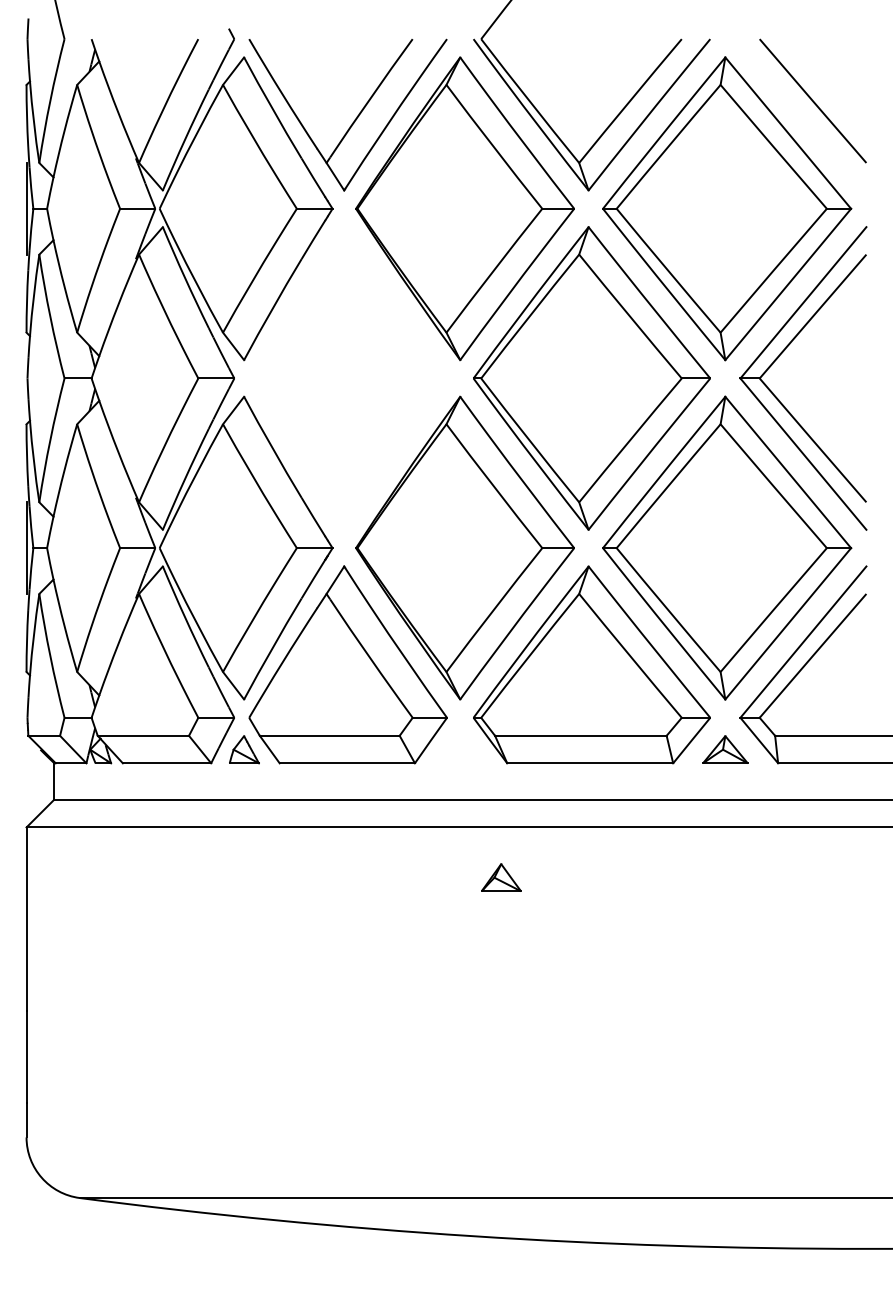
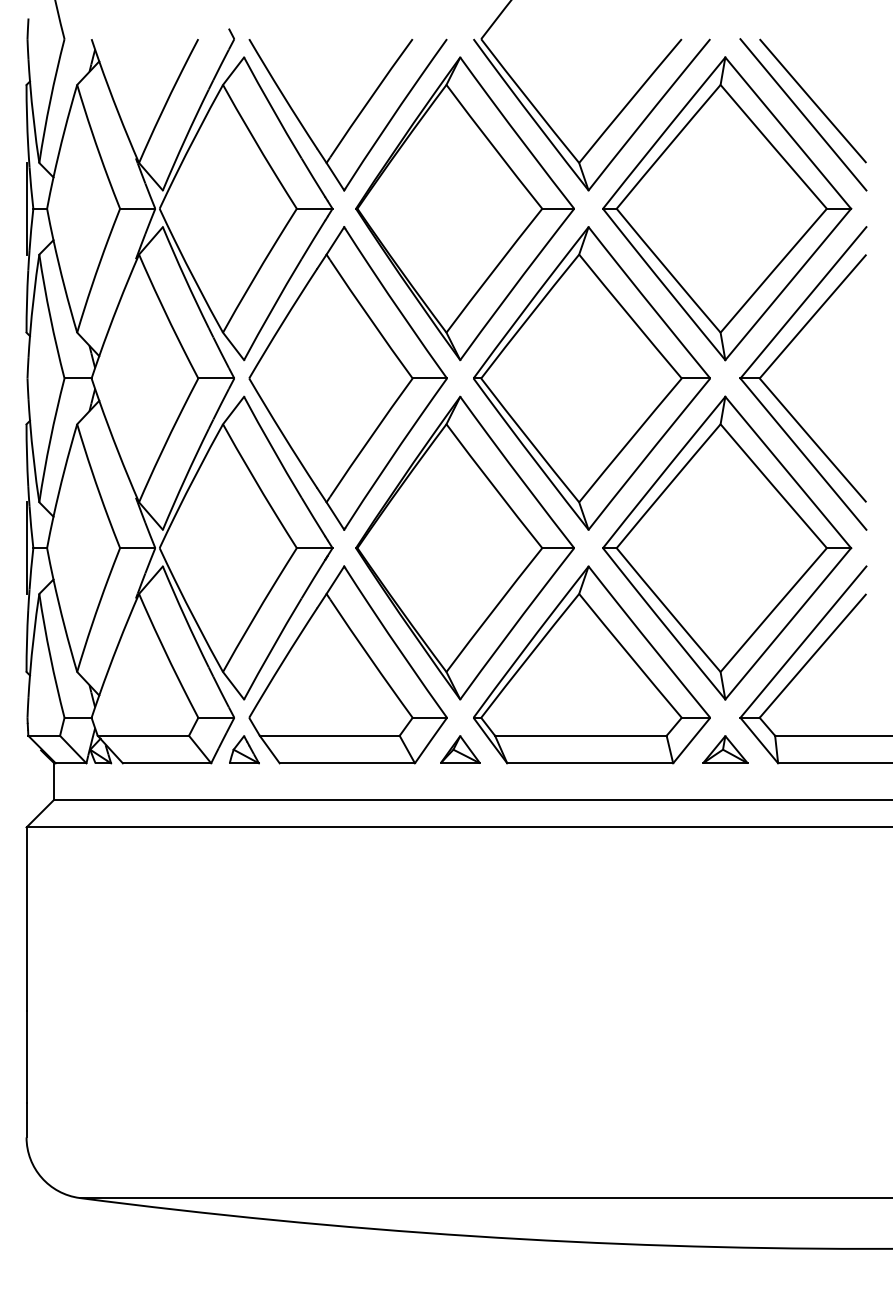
line at (803, 114): none -> present
part at (347, 378): none -> present
part at (501, 877) position: (501, 877) -> (460, 749)
